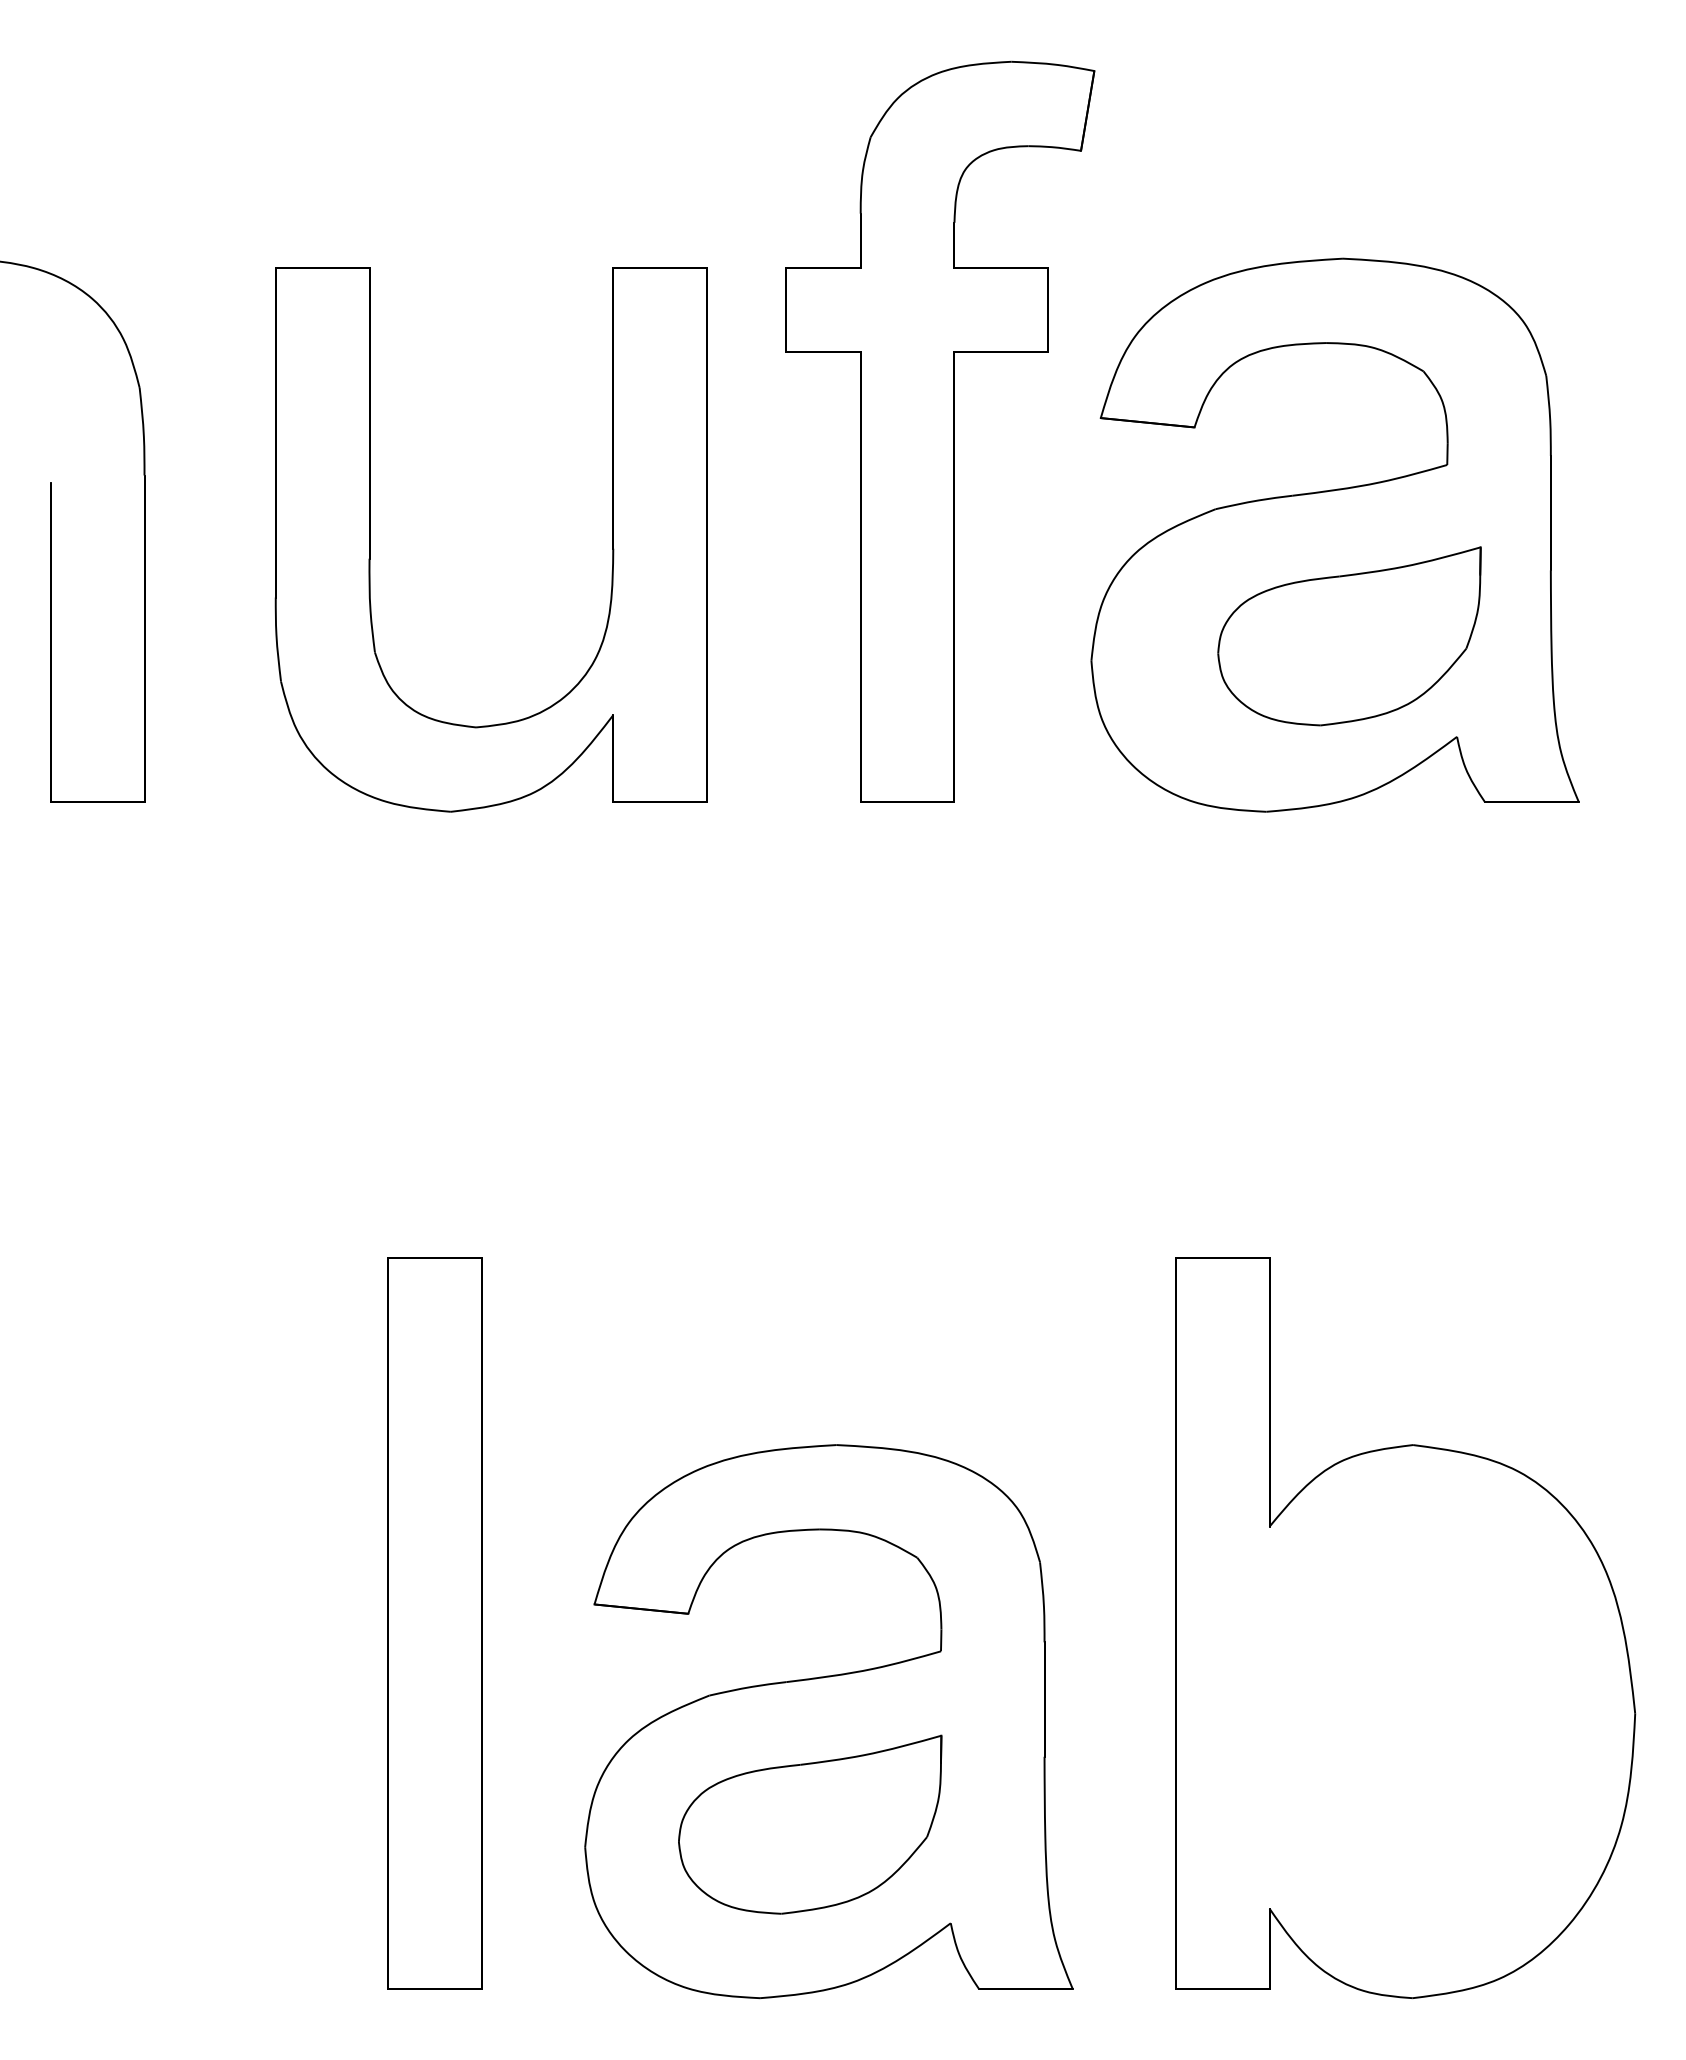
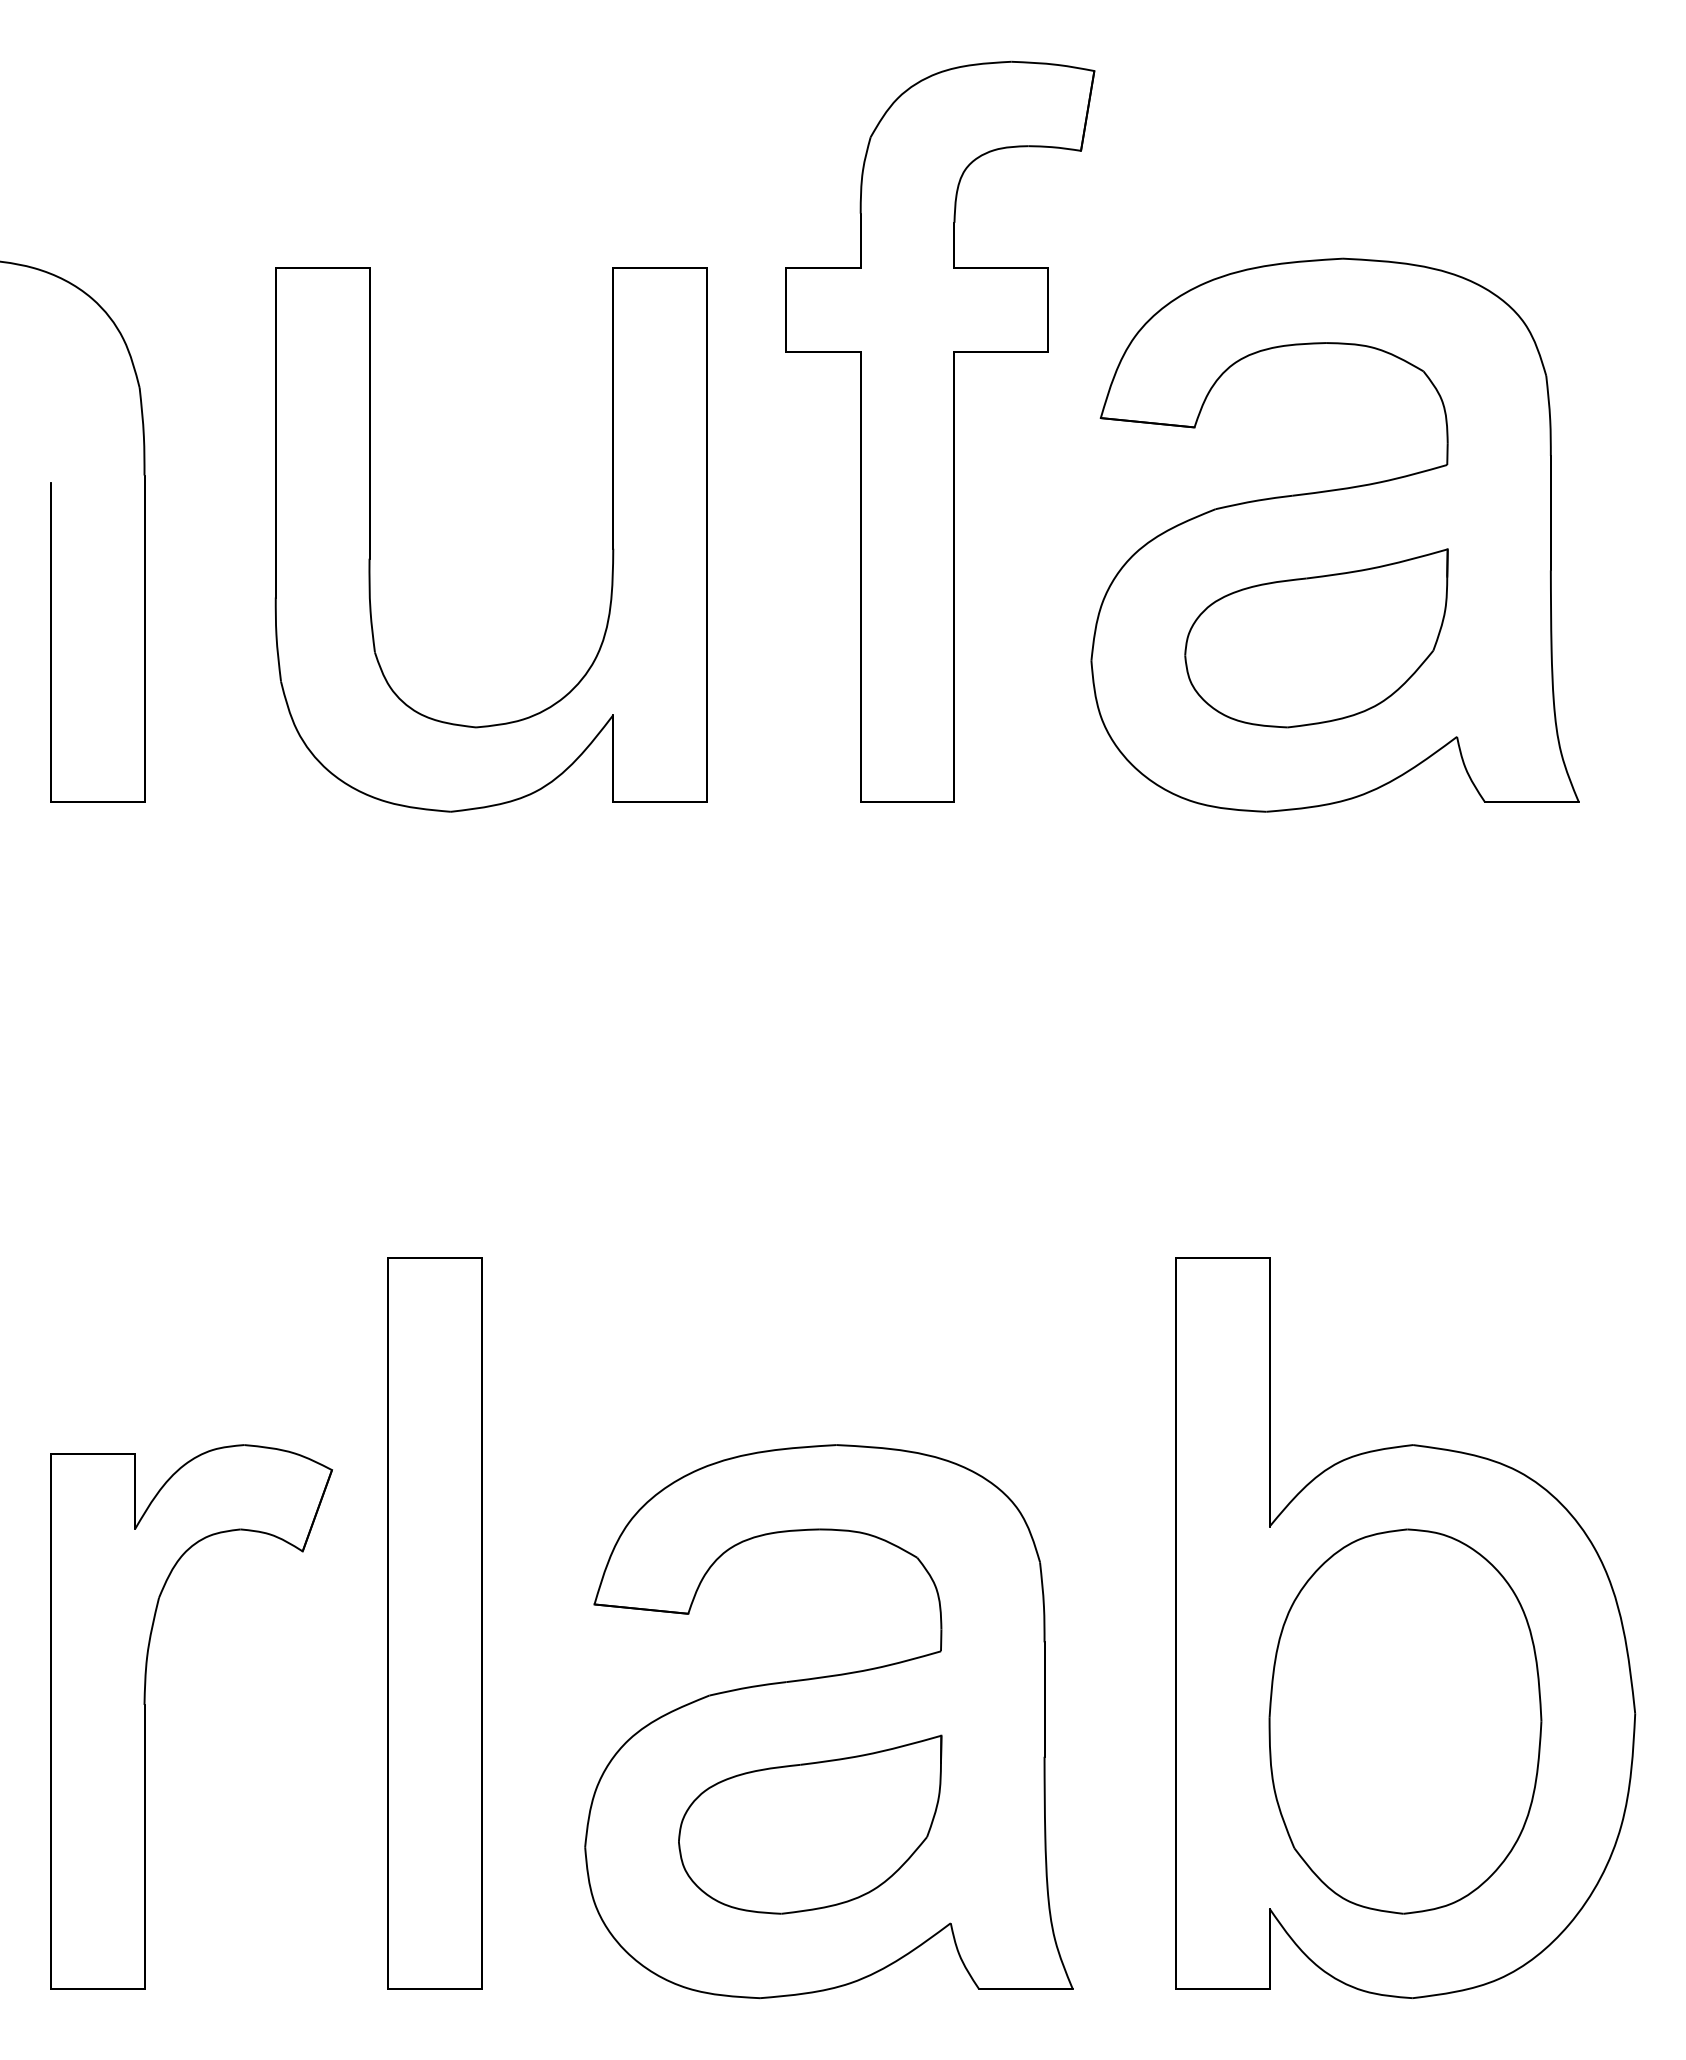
part at (1349, 636) position: (1349, 636) -> (1316, 638)
part at (145, 1716): none -> present
part at (1405, 1721): none -> present
